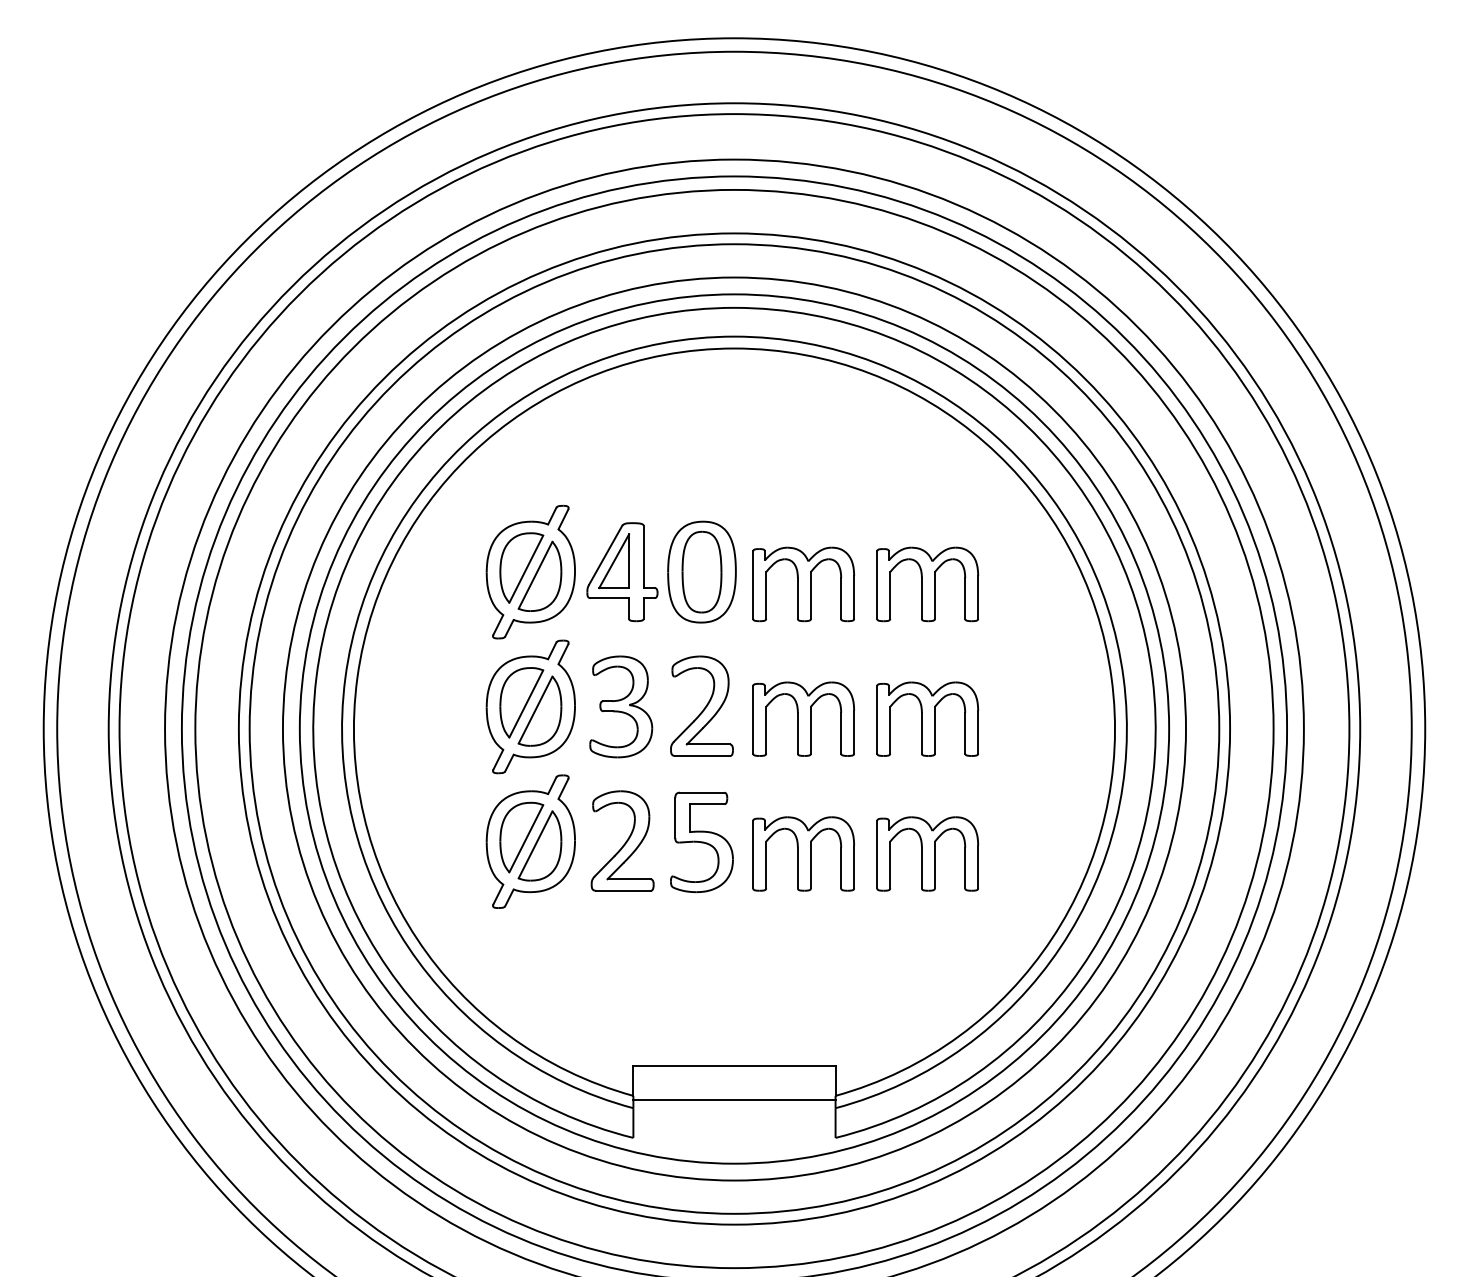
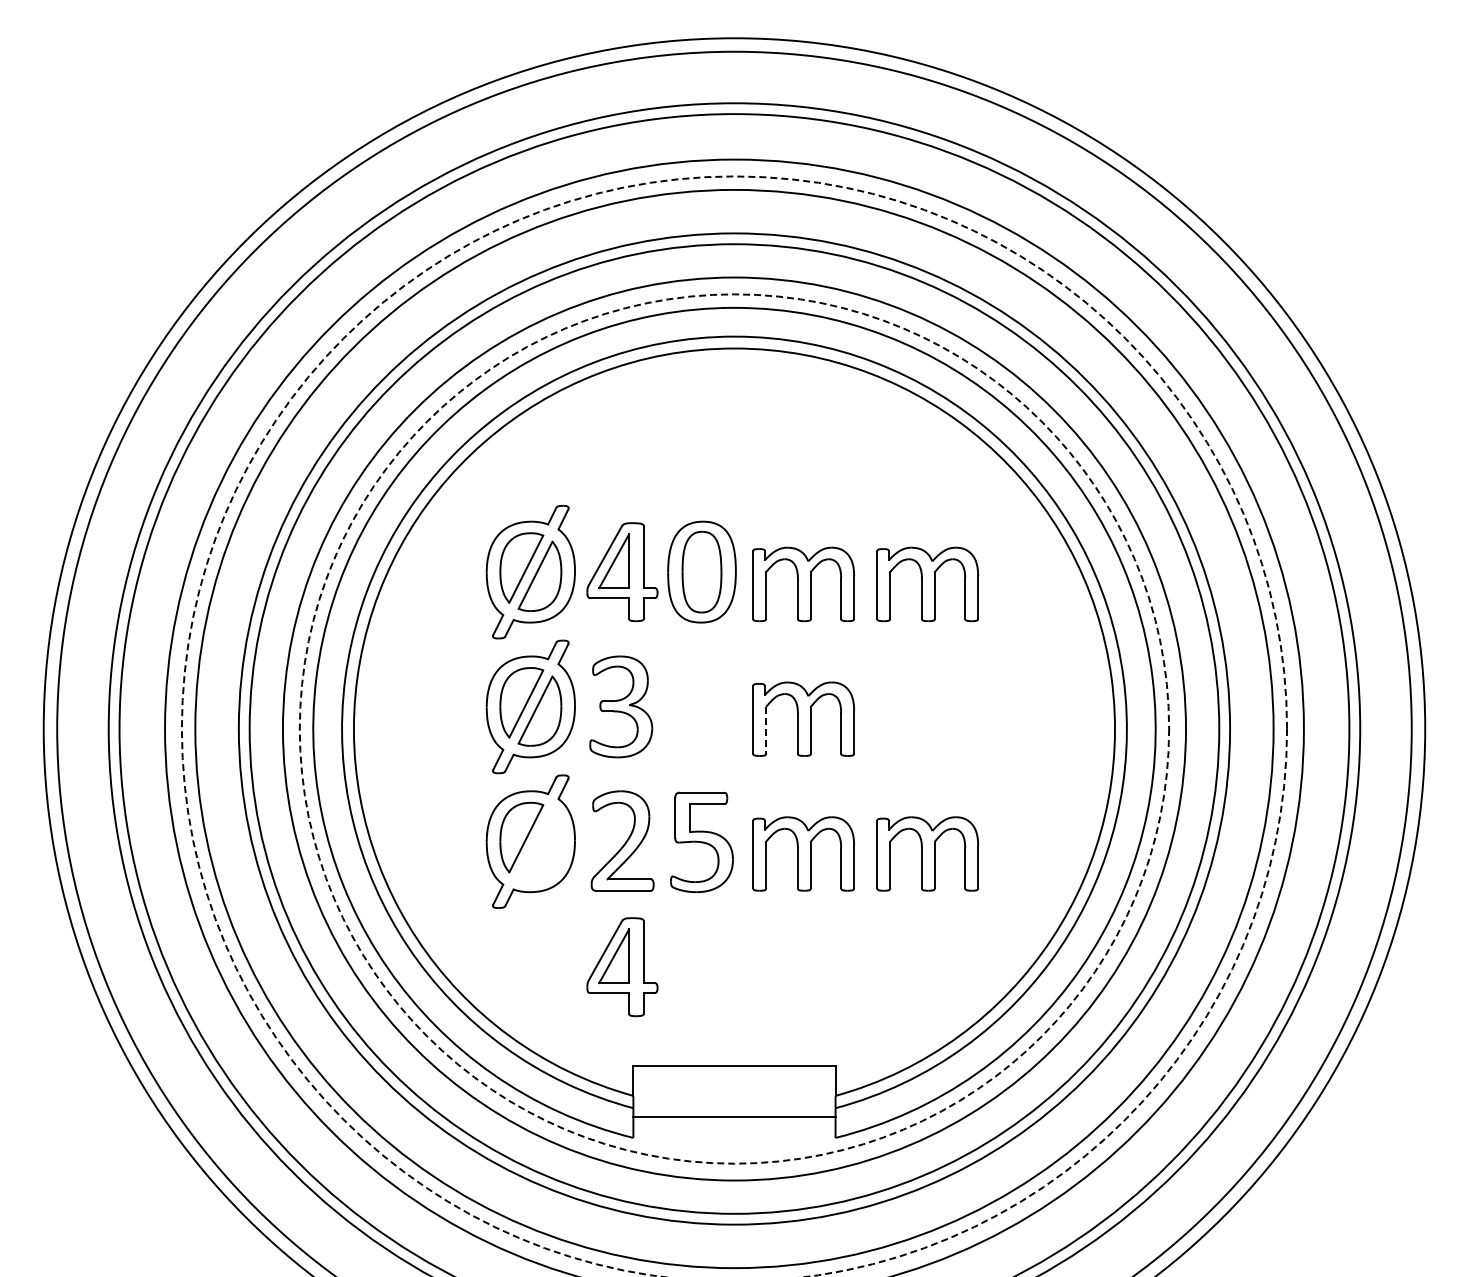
part at (701, 705): present -> none
part at (927, 718): present -> none
circle at (734, 726): solid -> dashed
circle at (734, 728): solid -> dashed
line at (766, 730): solid -> dashed
part at (539, 845): present -> none
part at (622, 967): none -> present
line at (734, 1099) position: (734, 1099) -> (734, 1116)
